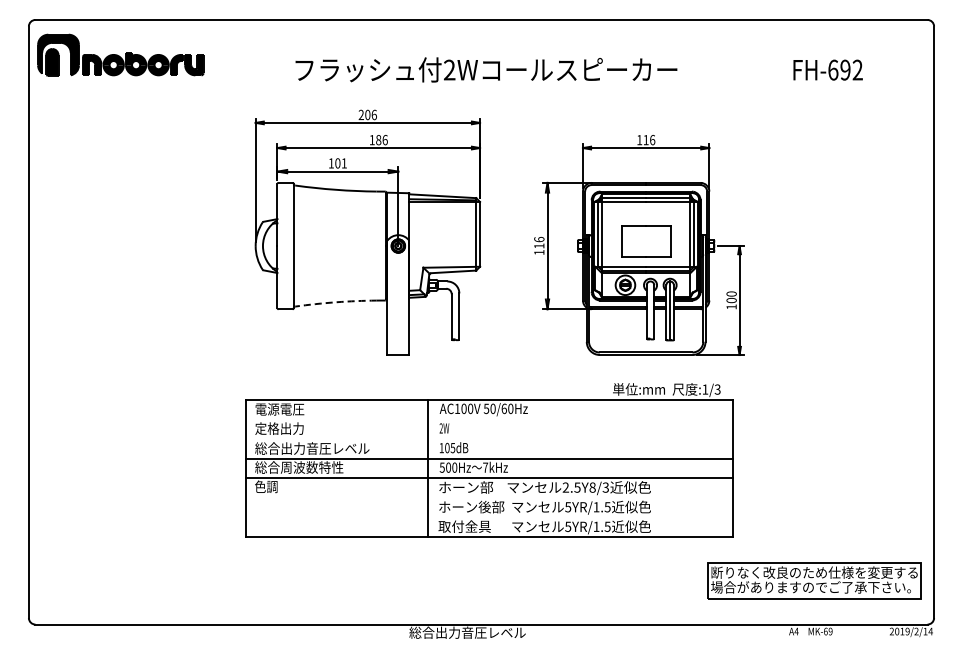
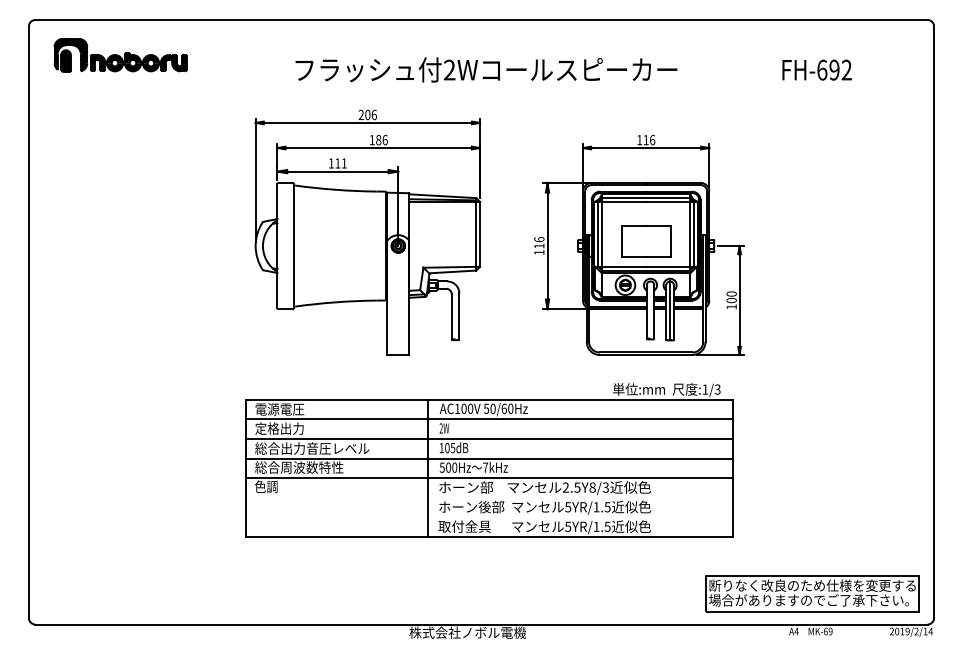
part at (120, 54) size: 168x44 px -> 135x35 px
text at (827, 69) position: (827, 69) -> (816, 69)
text at (337, 163): 101 -> 111
arc at (336, 302): dashed -> solid
line at (488, 419): none -> present
line at (488, 438): none -> present
part at (814, 580) position: (814, 580) -> (812, 593)
text at (467, 632): 総合出力音圧レベル -> 株式会社ノボル電機
